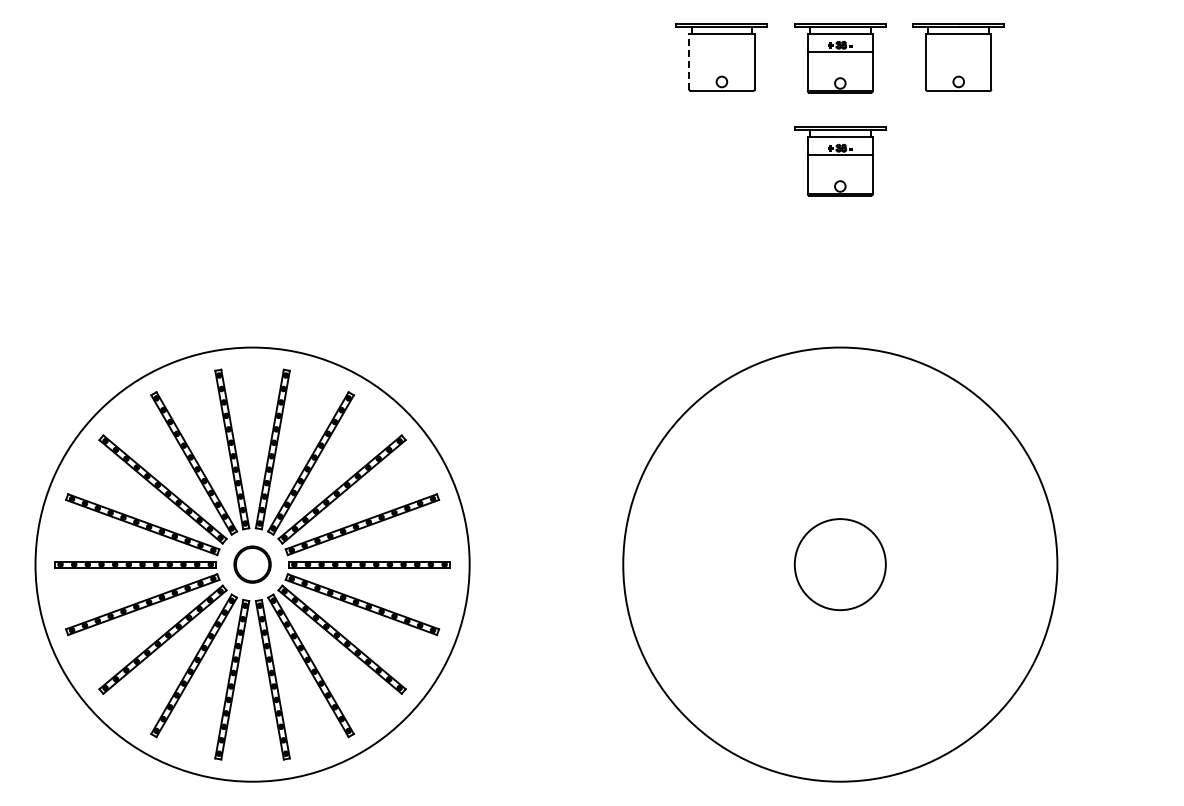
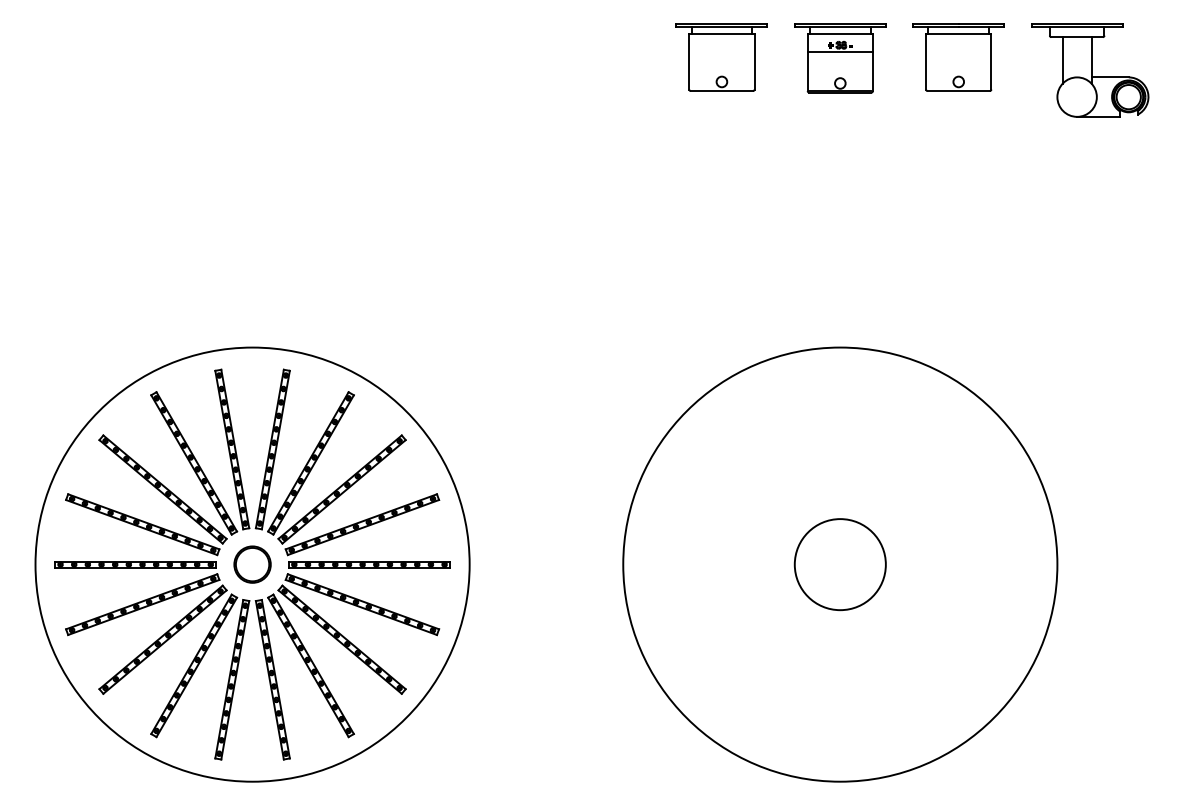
line at (689, 61): dashed -> solid
part at (1090, 70): none -> present
part at (840, 161): present -> none
